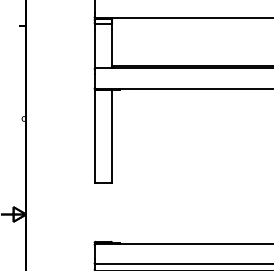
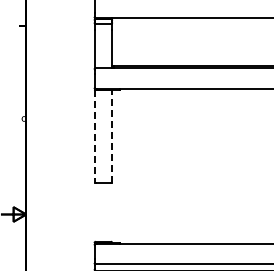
line at (94, 136): solid -> dashed
line at (112, 136): solid -> dashed
